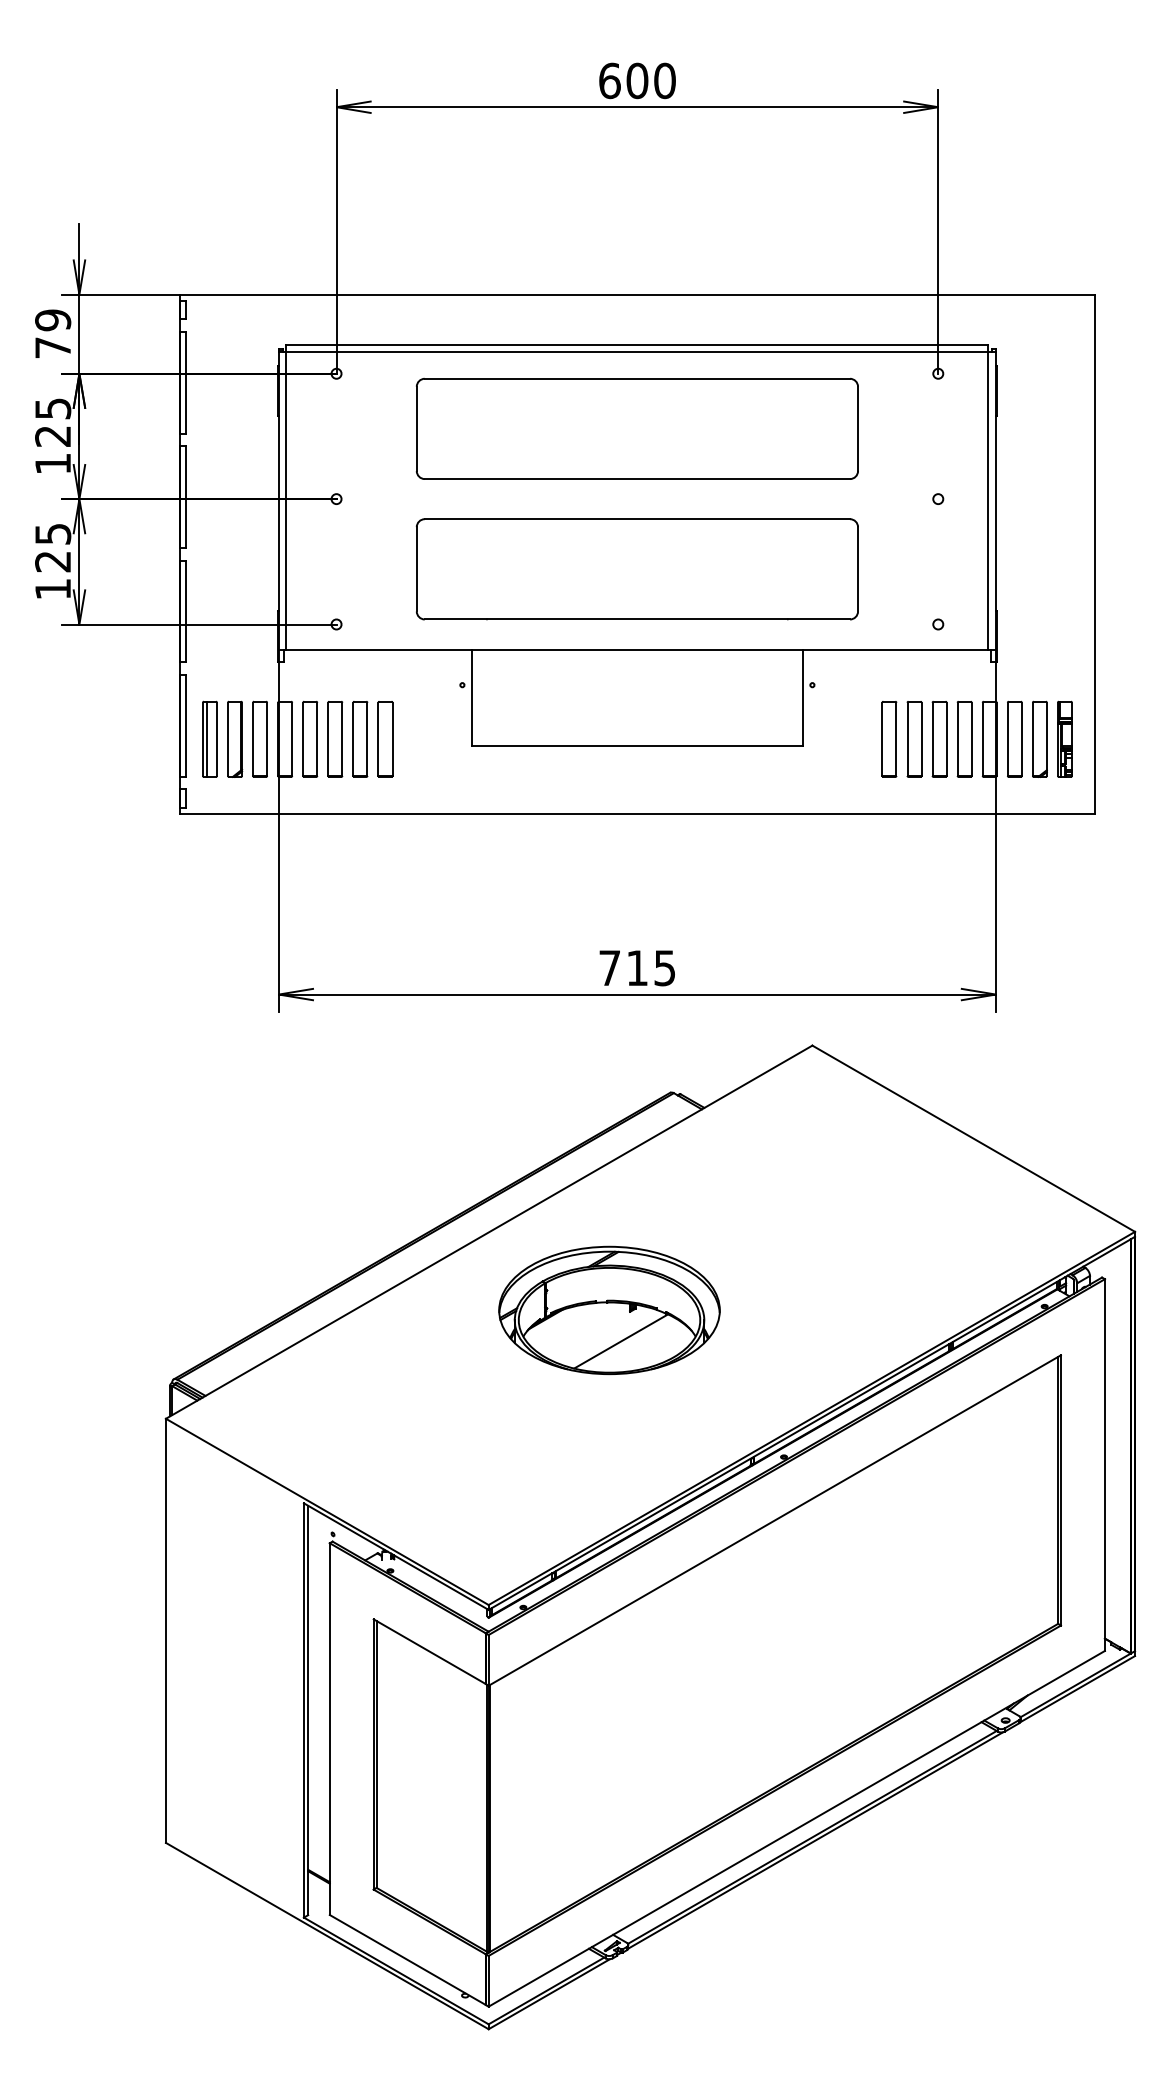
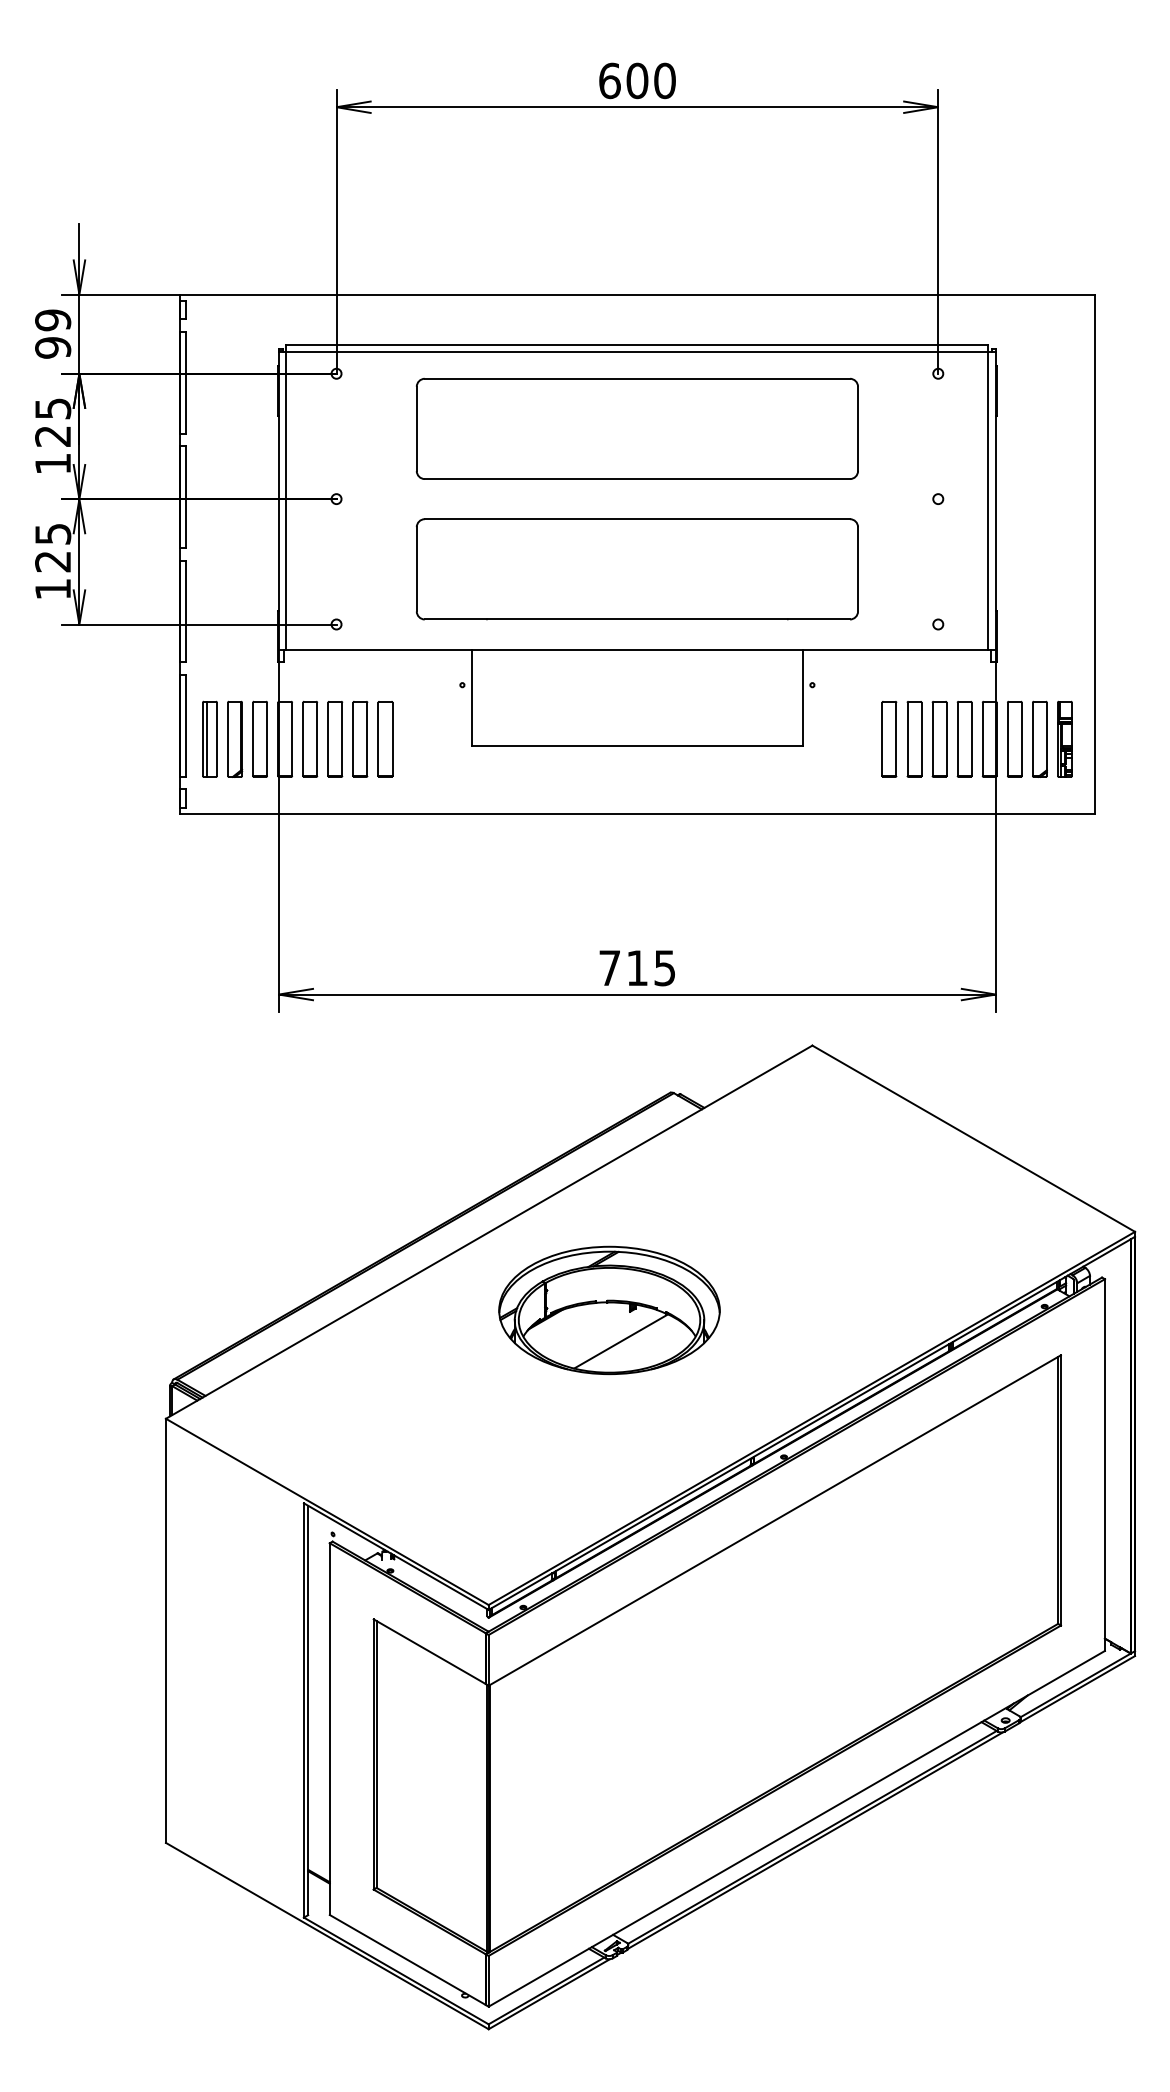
text at (53, 347): 79 -> 99
